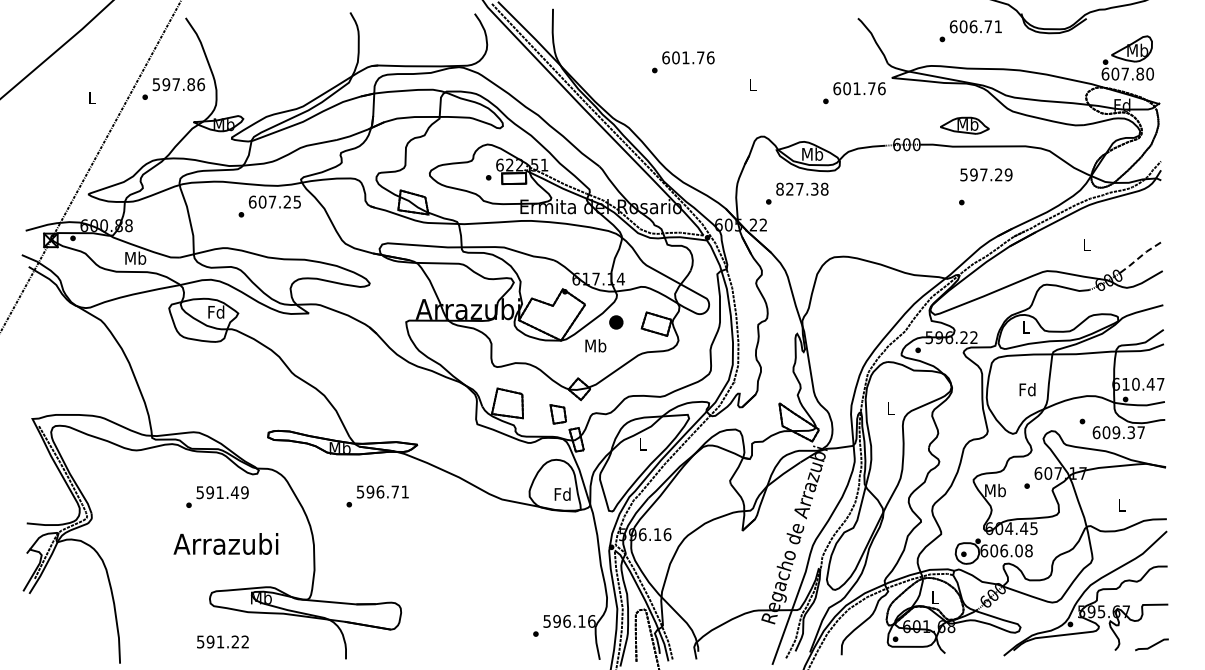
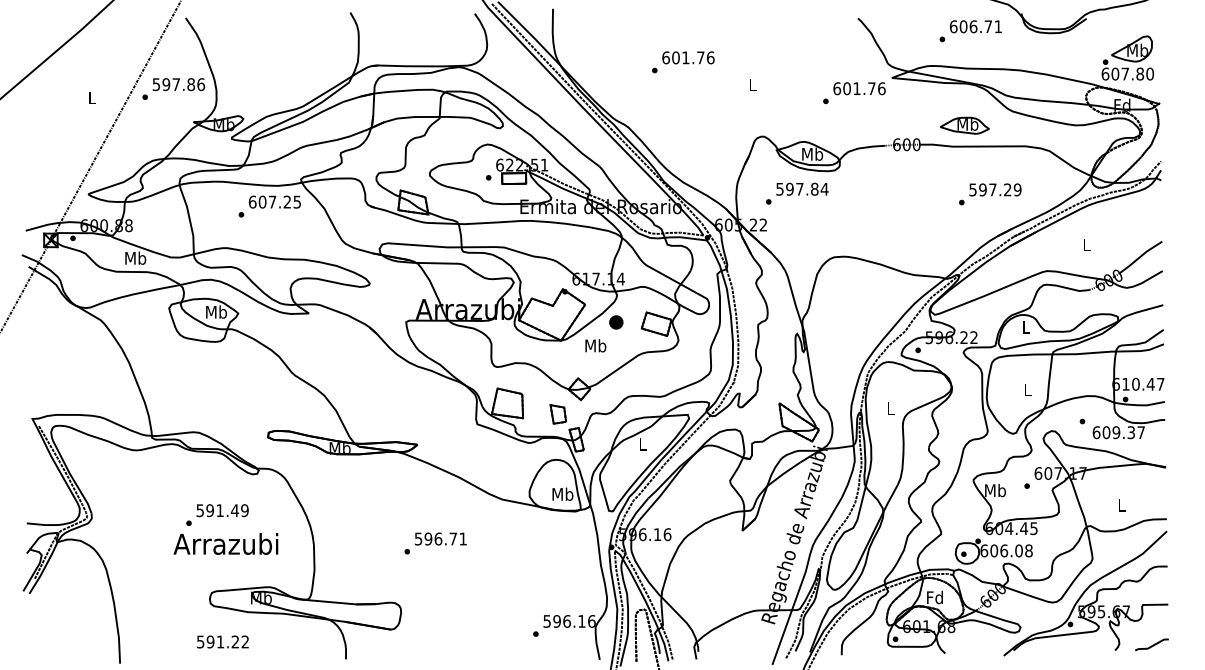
text at (986, 174) position: (986, 174) -> (995, 189)
text at (802, 188): 827.38 -> 597.84
line at (1140, 256): dashed -> solid
text at (216, 311): Fd -> Mb
text at (1027, 389): Fd -> L
text at (562, 493): Fd -> Mb
text at (217, 496) position: (217, 496) -> (217, 514)
text at (377, 496) position: (377, 496) -> (435, 543)
text at (934, 597): L -> Fd
